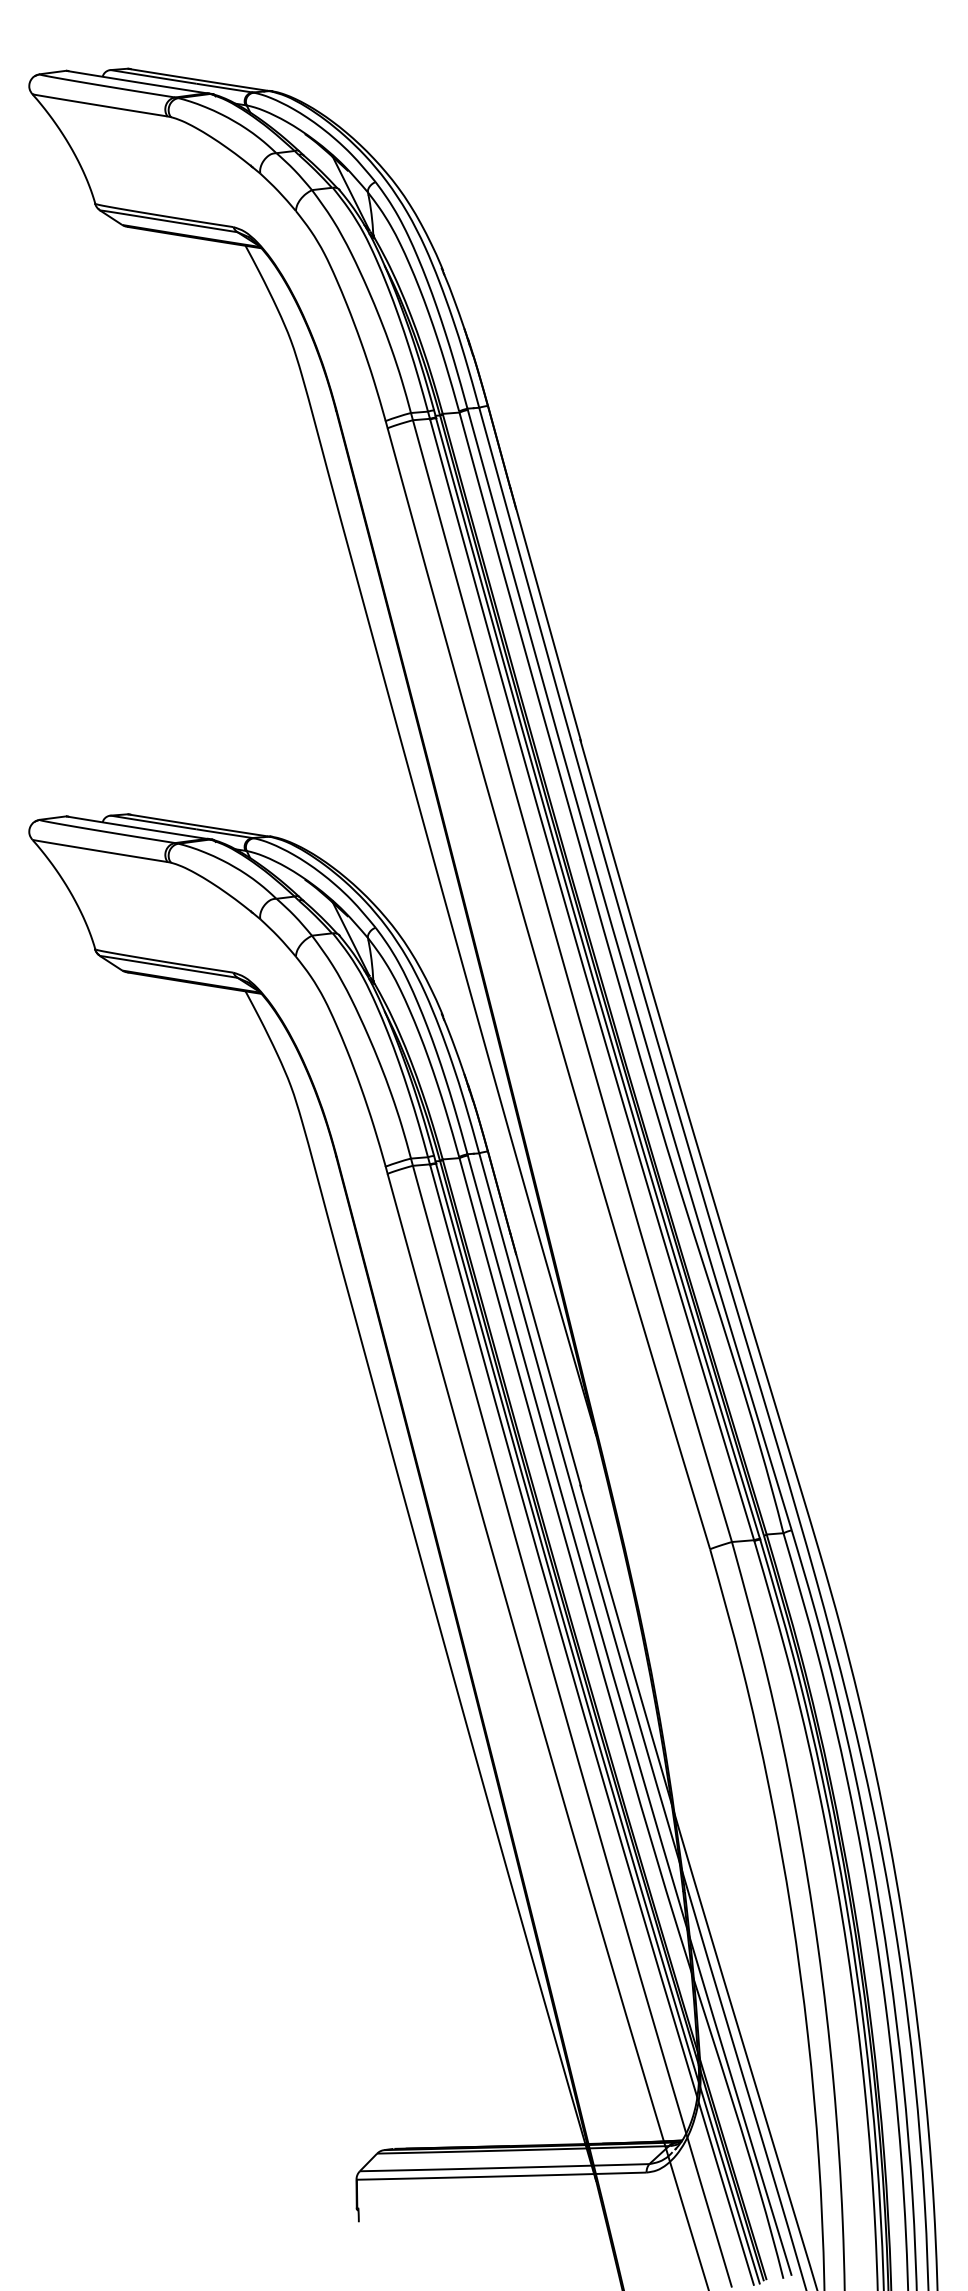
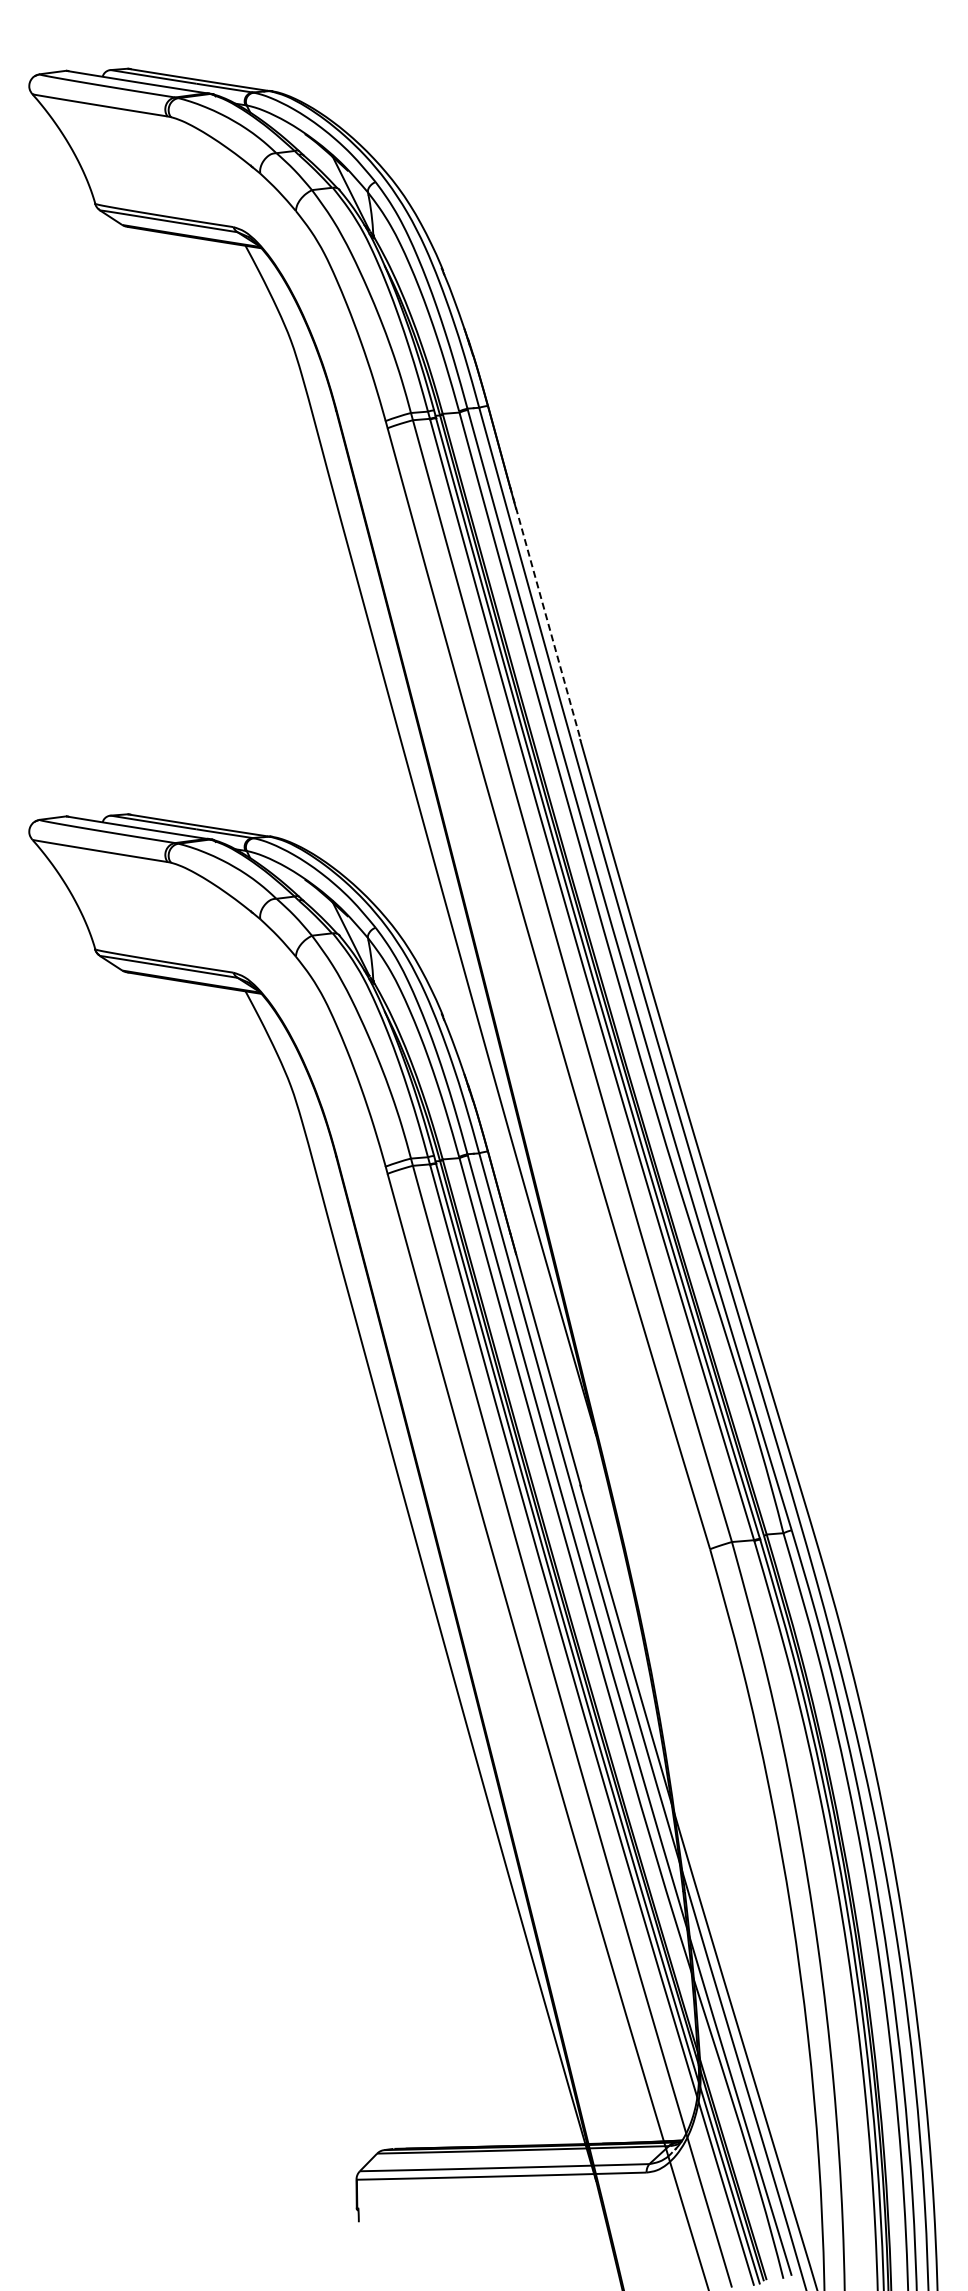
line at (545, 614): solid -> dashed
